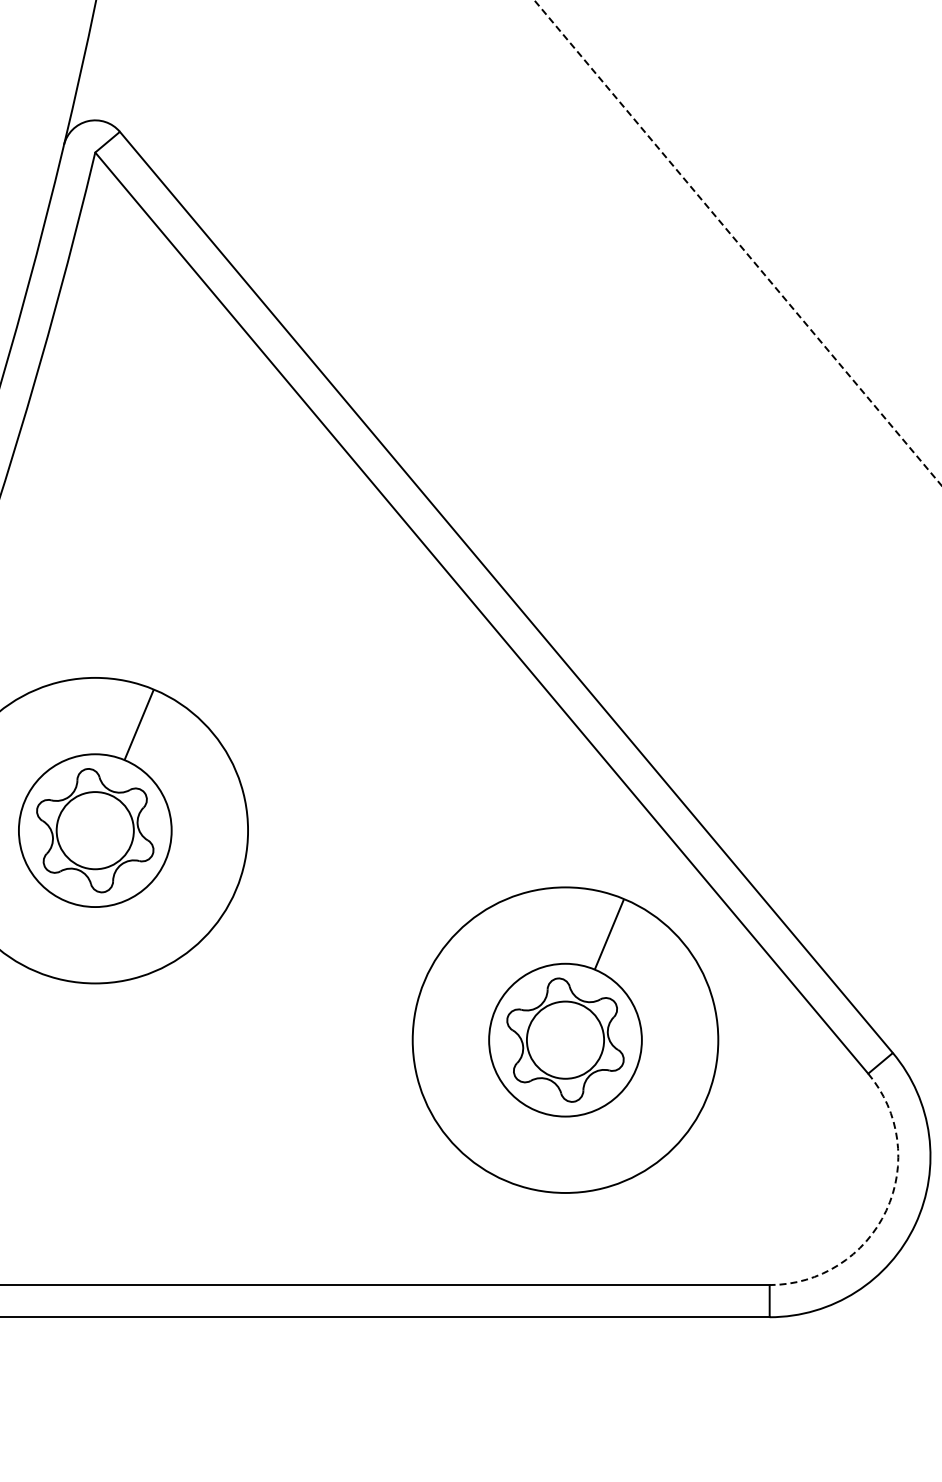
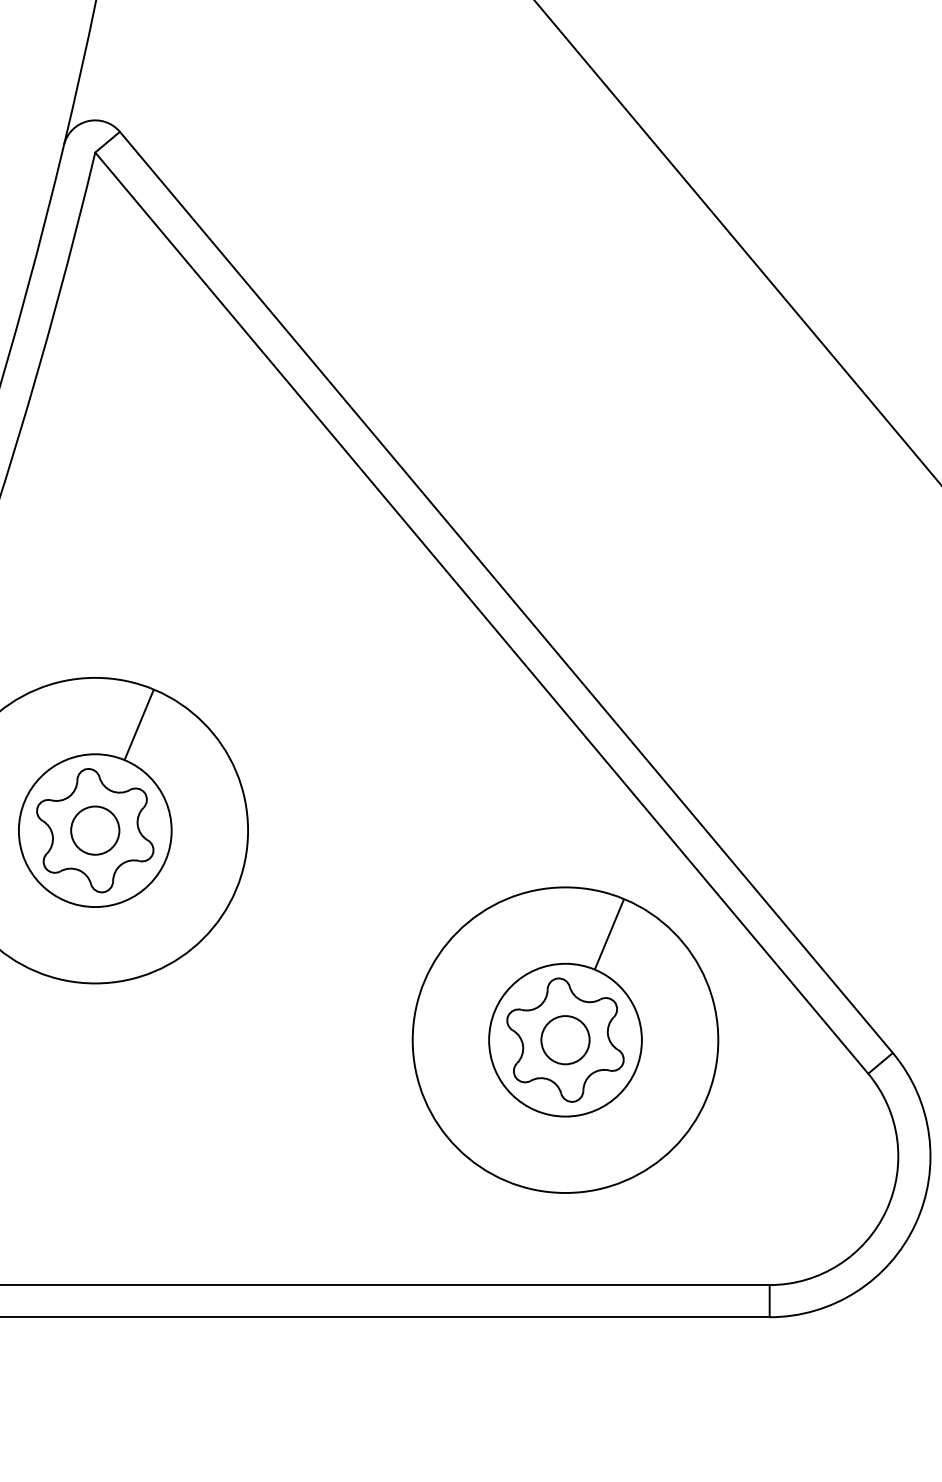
line at (738, 243): dashed -> solid
circle at (94, 830) diameter: 77 px -> 48 px
circle at (565, 1039) diameter: 77 px -> 48 px
arc at (886, 1210): dashed -> solid
